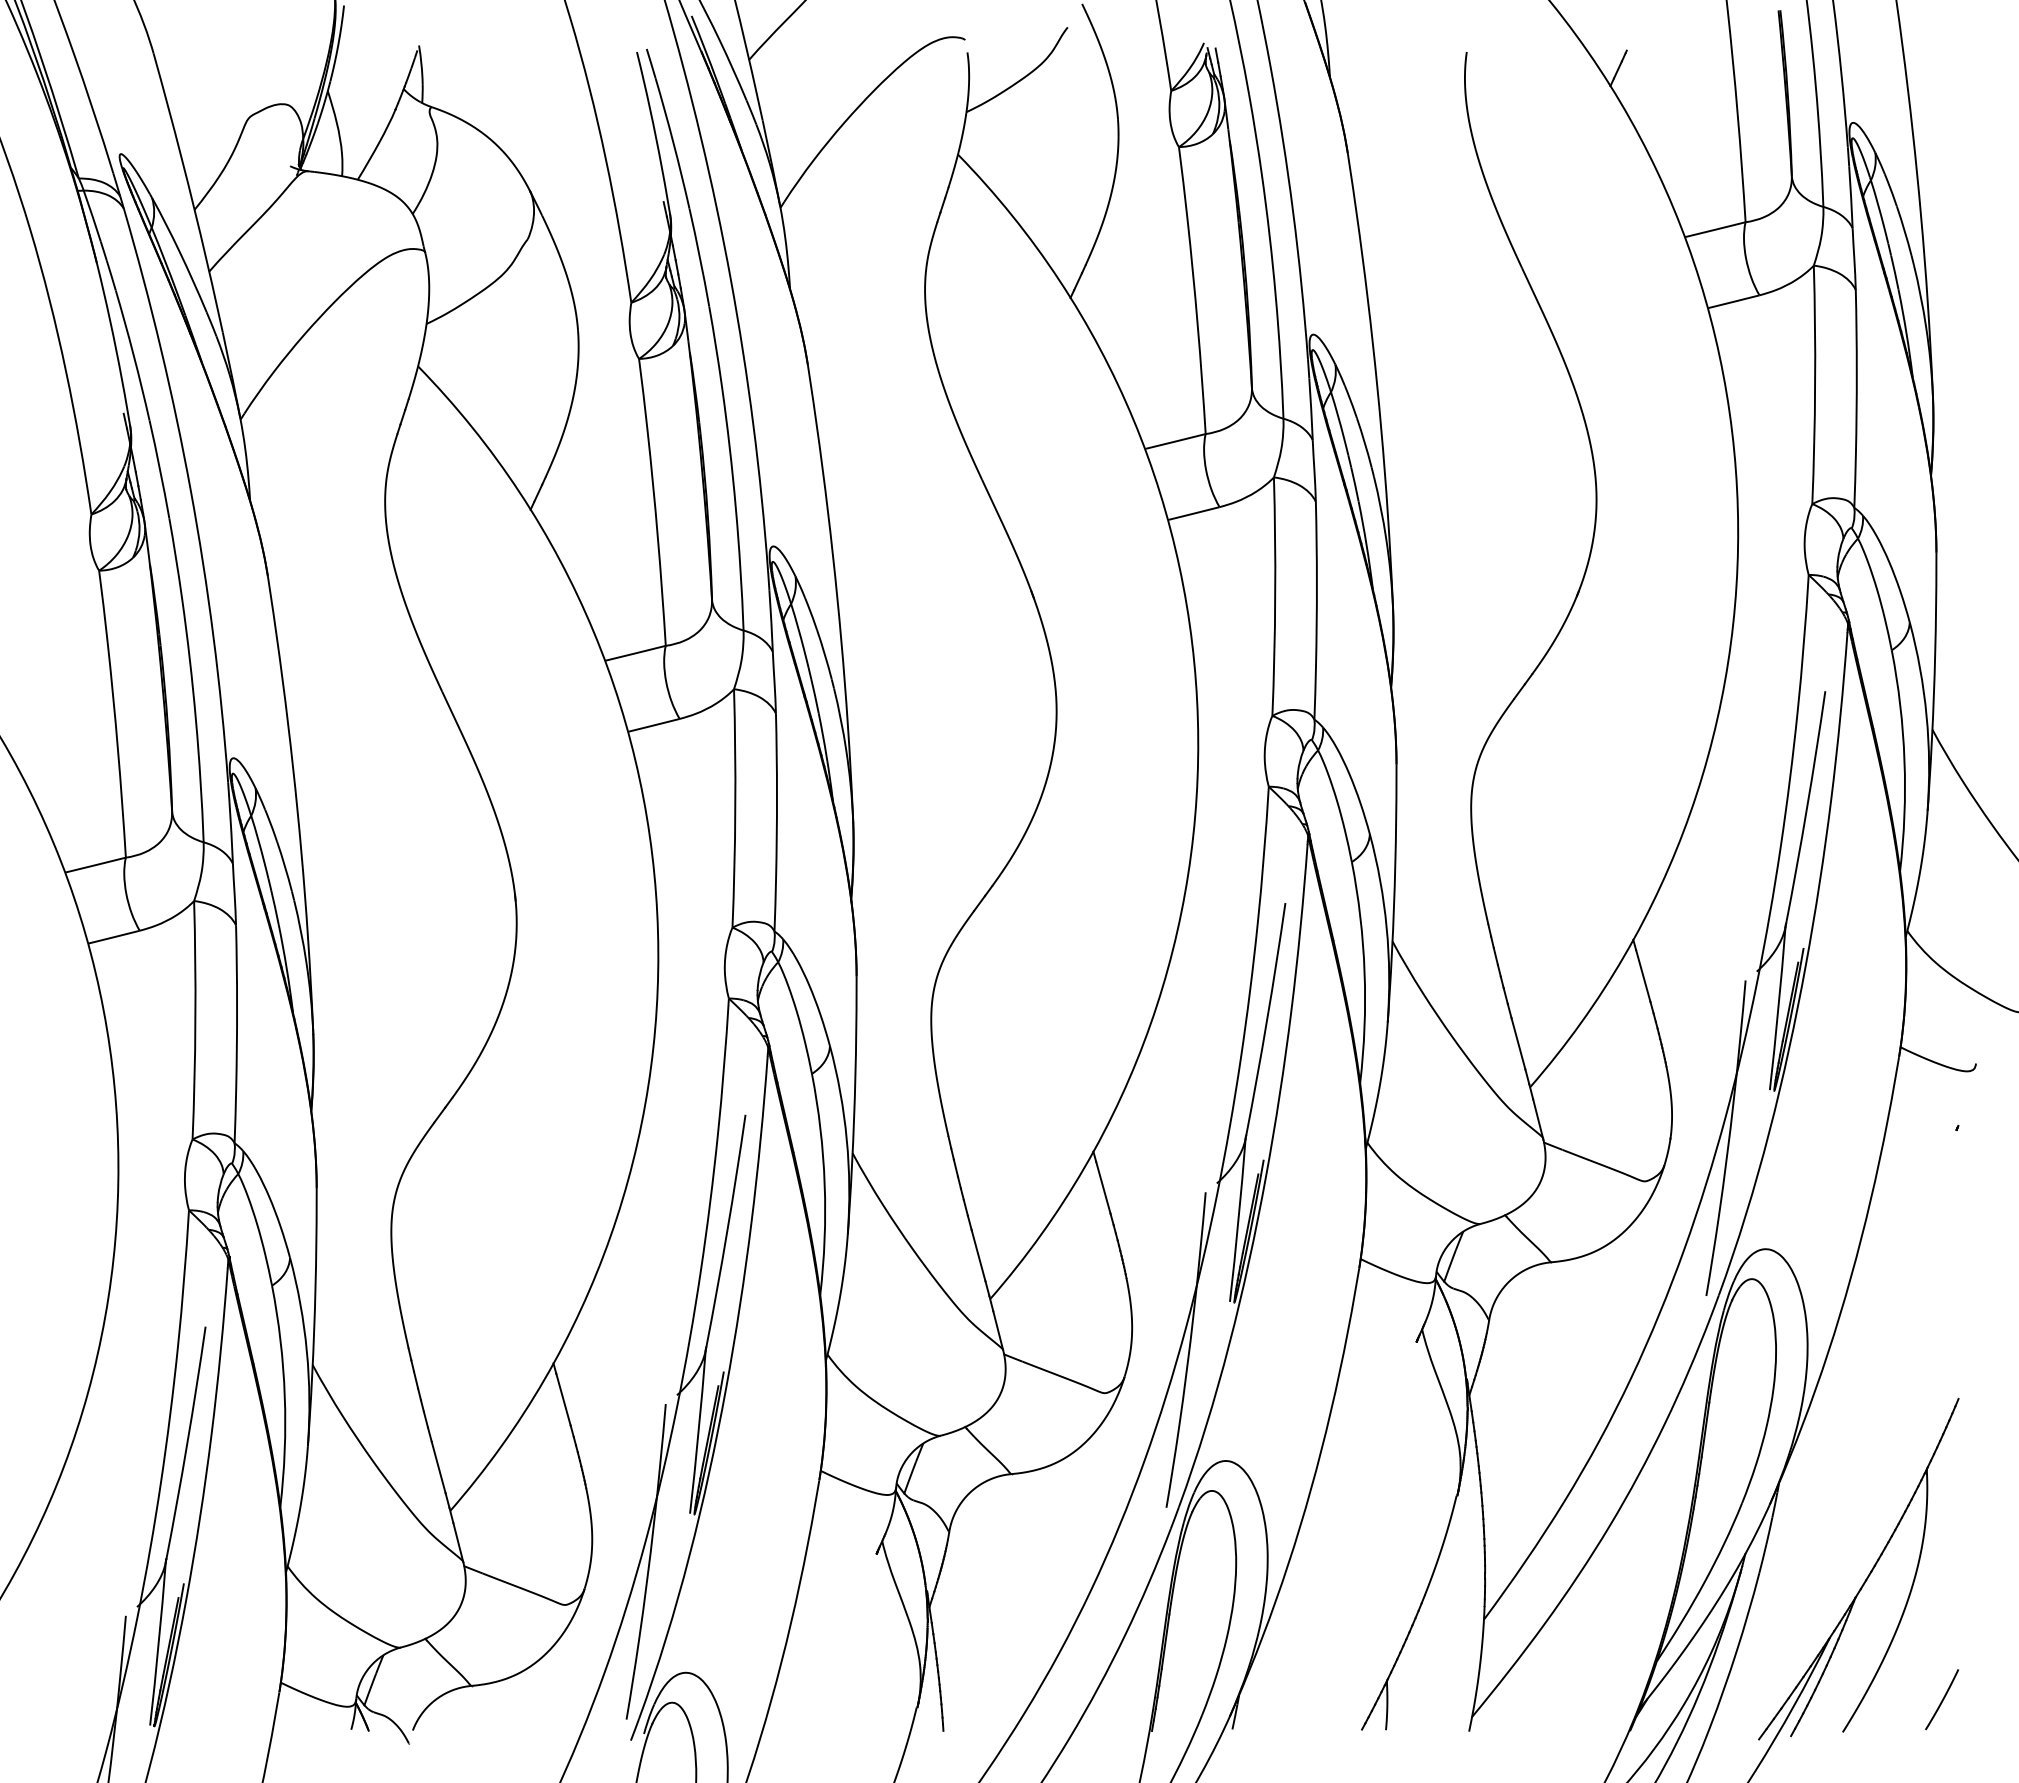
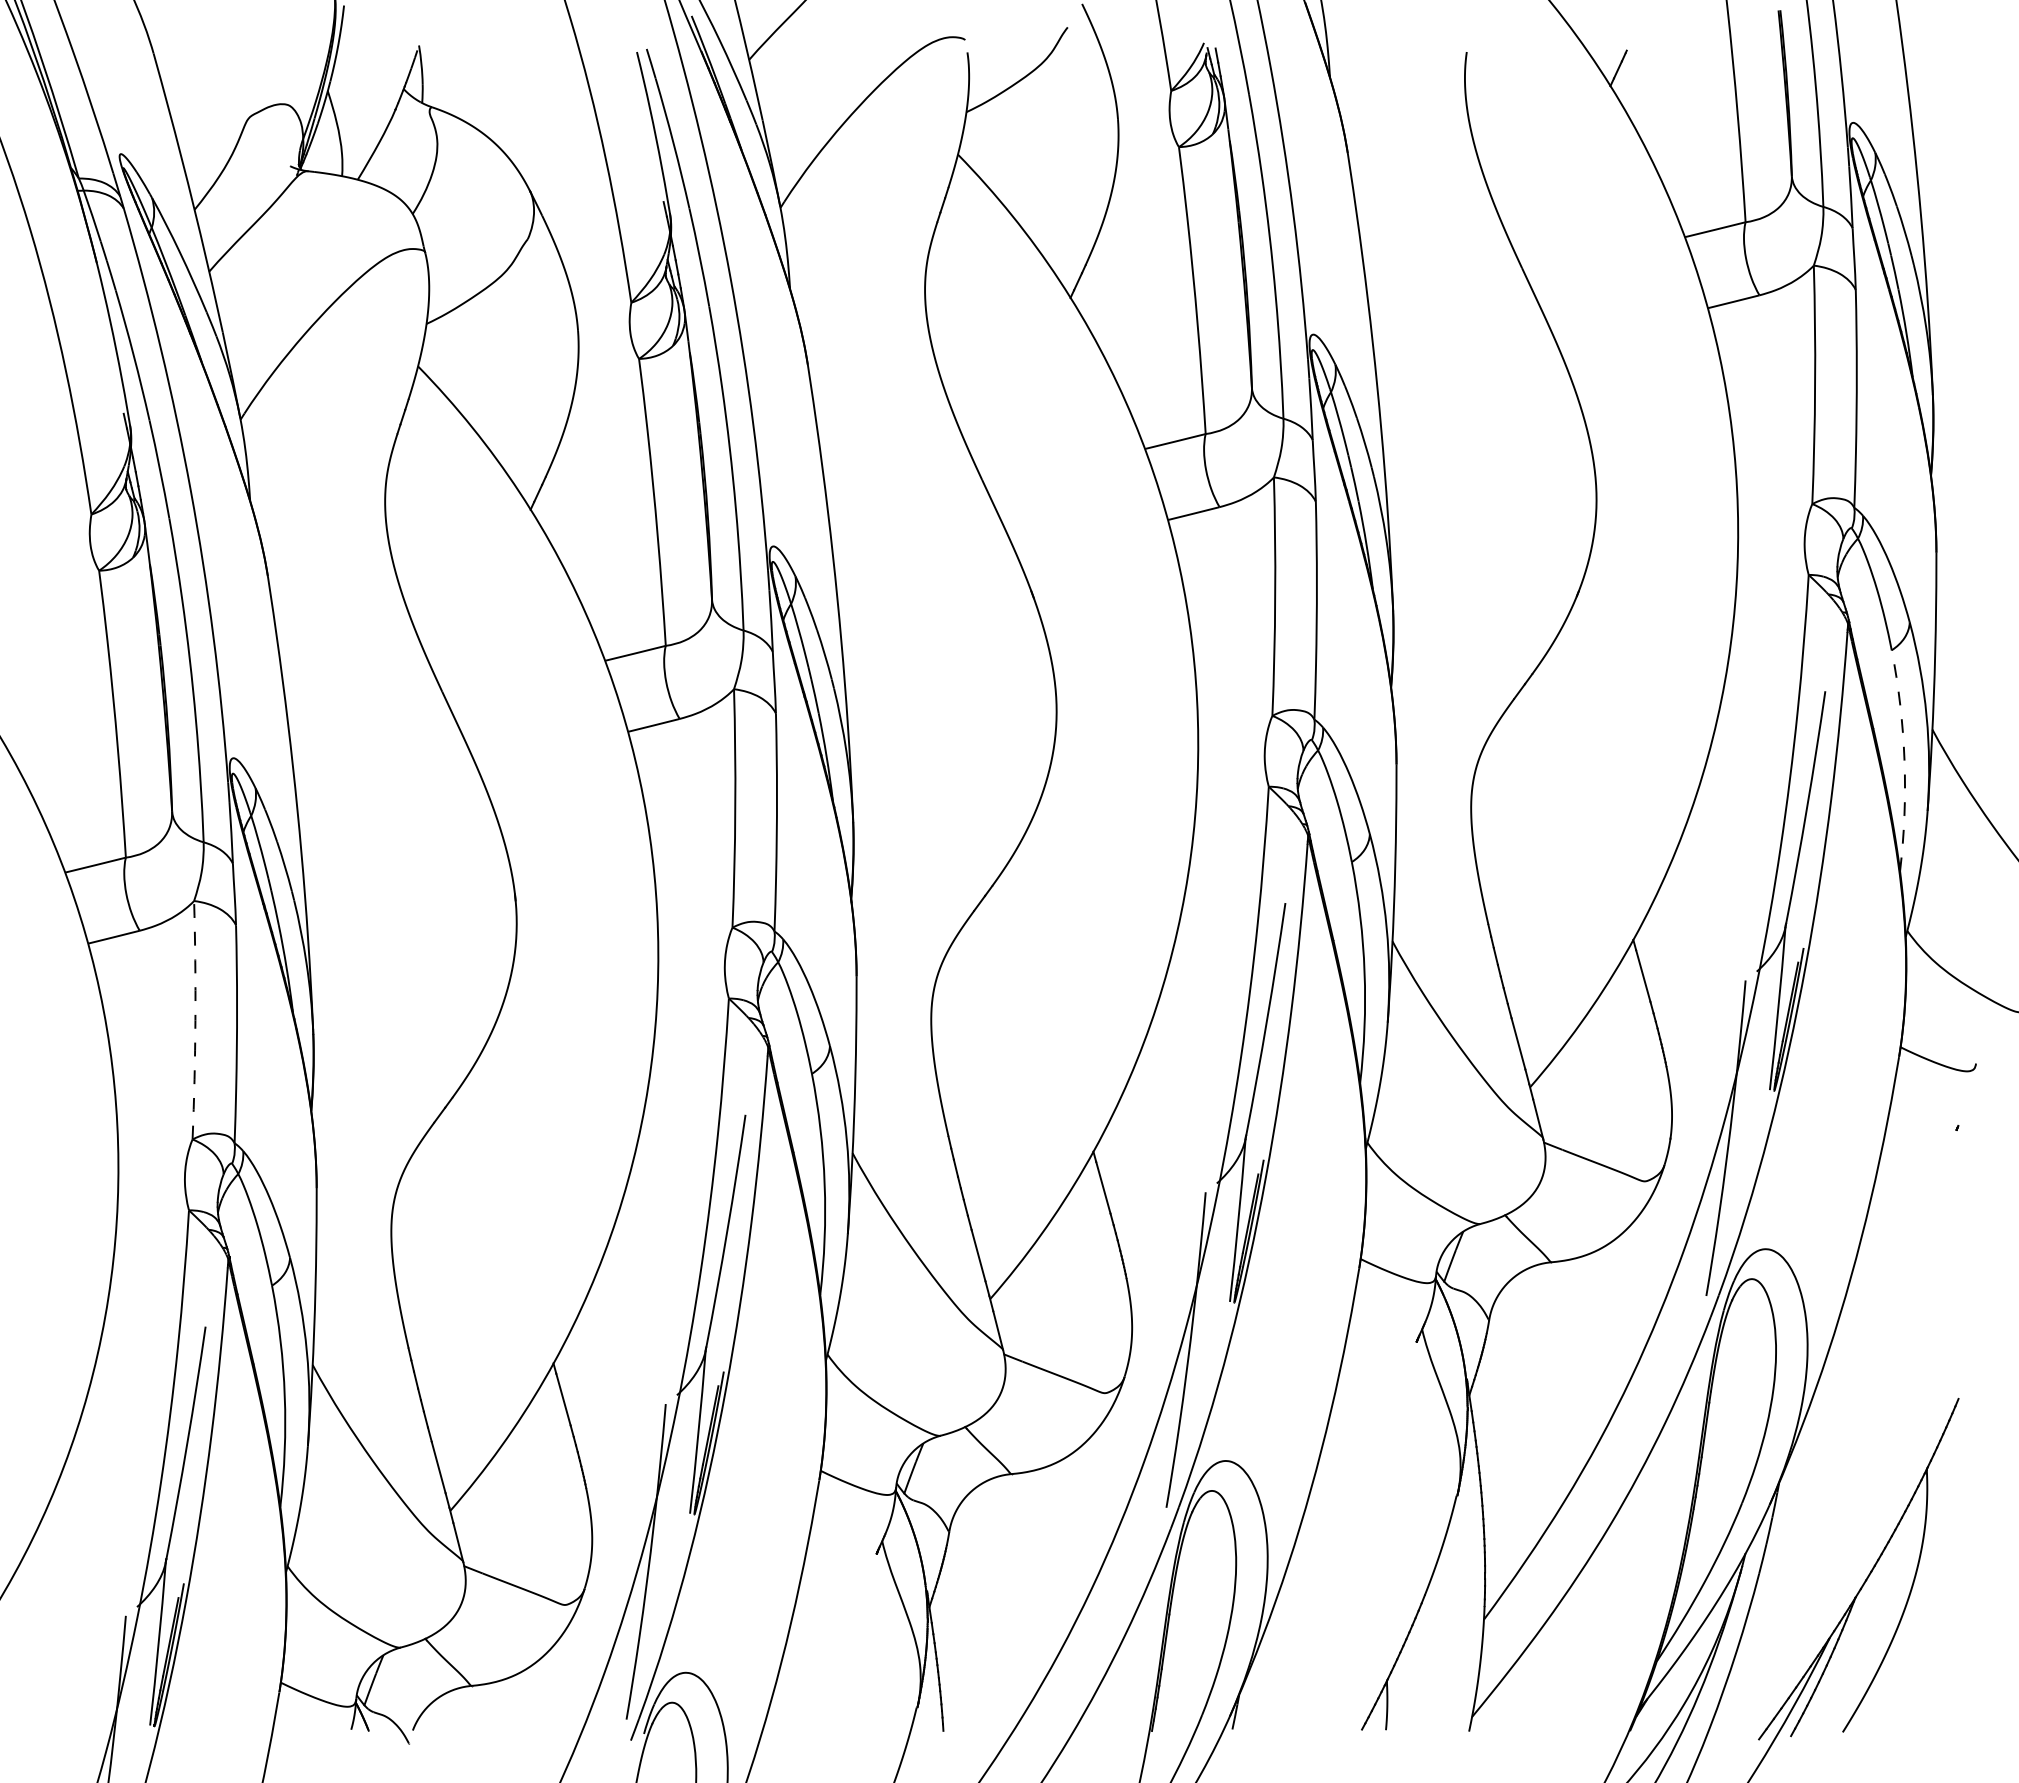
arc at (1904, 760): solid -> dashed
arc at (195, 1020): solid -> dashed
line at (1942, 1699): present -> none
